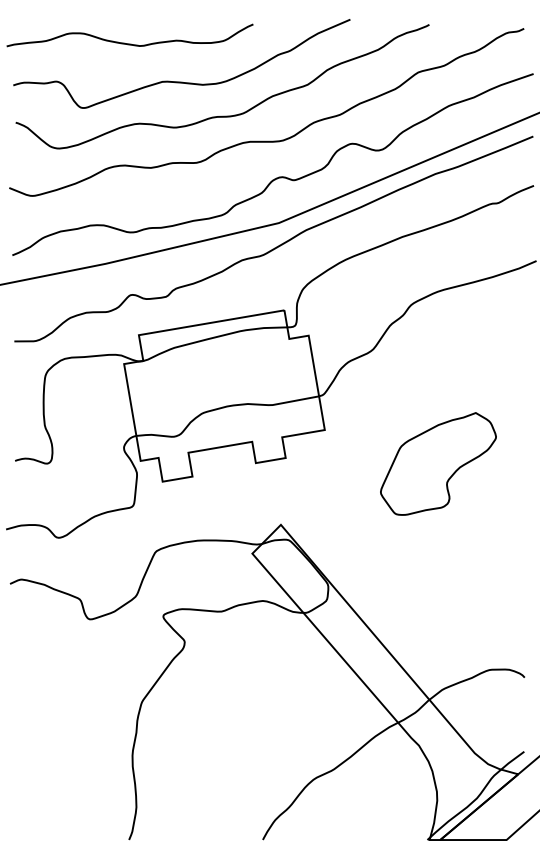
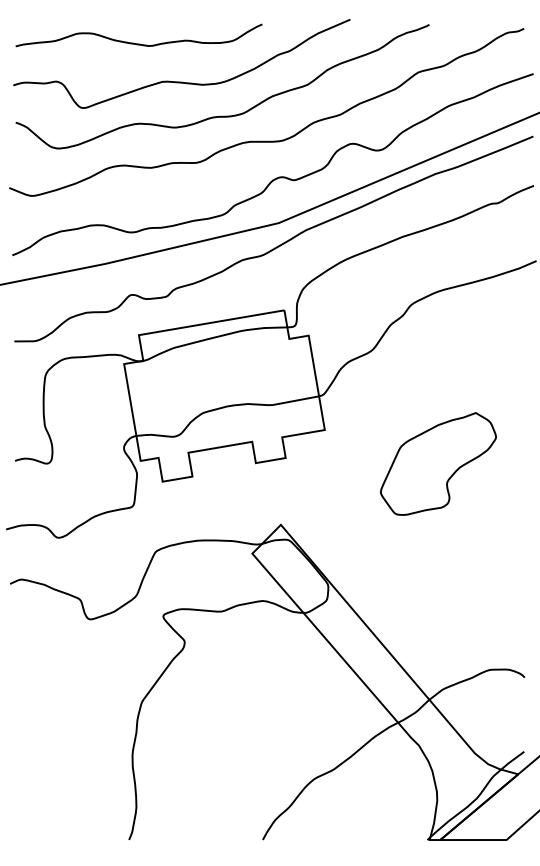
curve at (129, 43) position: (129, 43) -> (138, 43)
